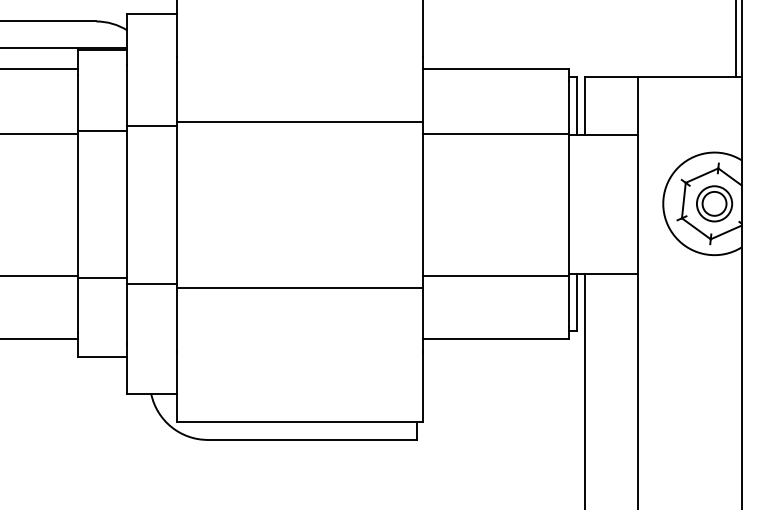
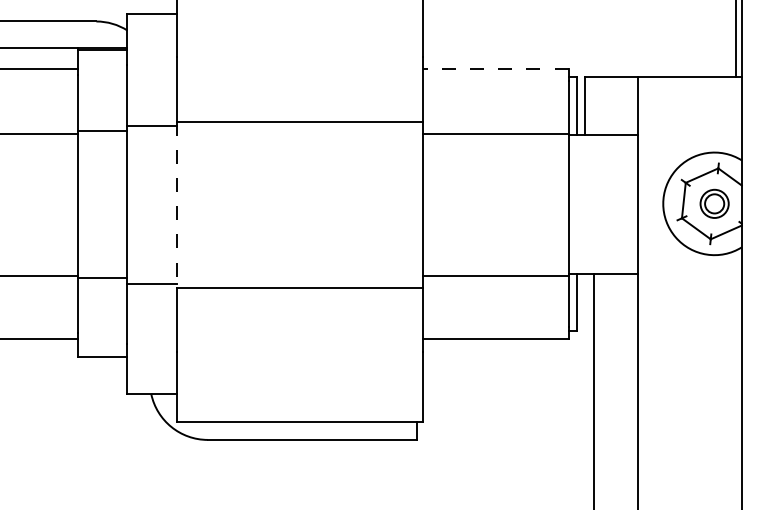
line at (496, 68): solid -> dashed
part at (714, 203) size: 38x38 px -> 31x31 px
line at (176, 205): solid -> dashed
line at (584, 390) position: (584, 390) -> (593, 390)
